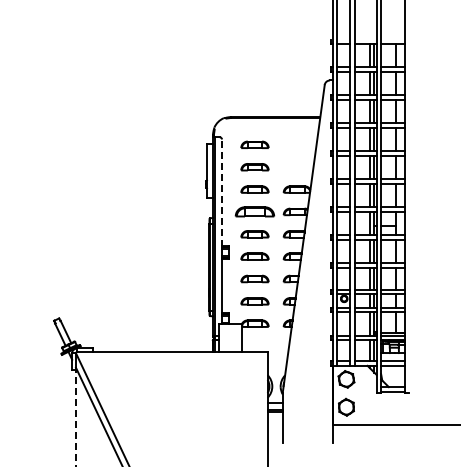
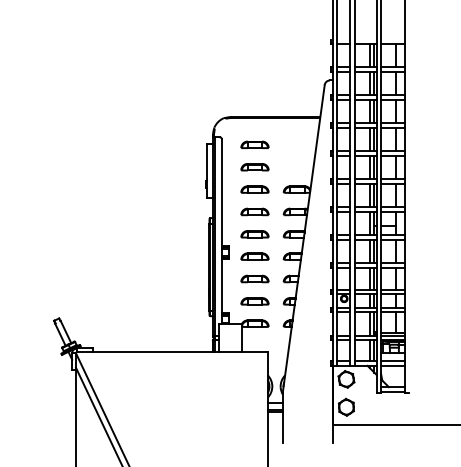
line at (222, 193): dashed -> solid
part at (254, 211) size: 42x12 px -> 30x10 px
line at (76, 417): dashed -> solid
